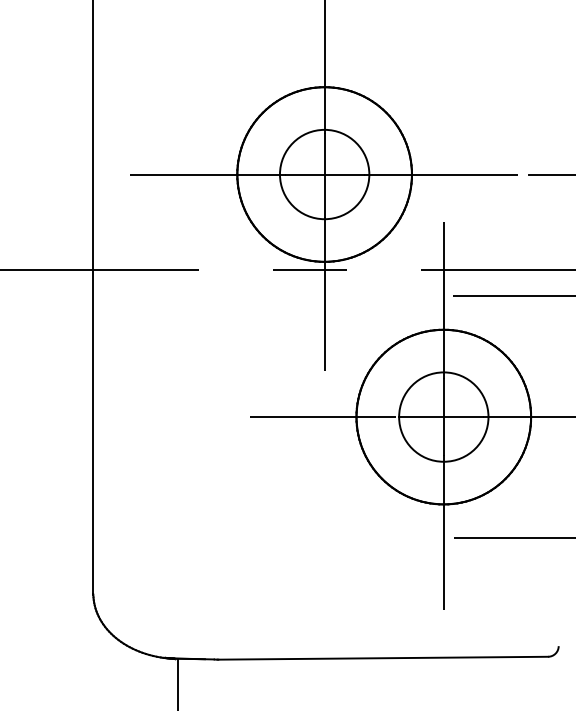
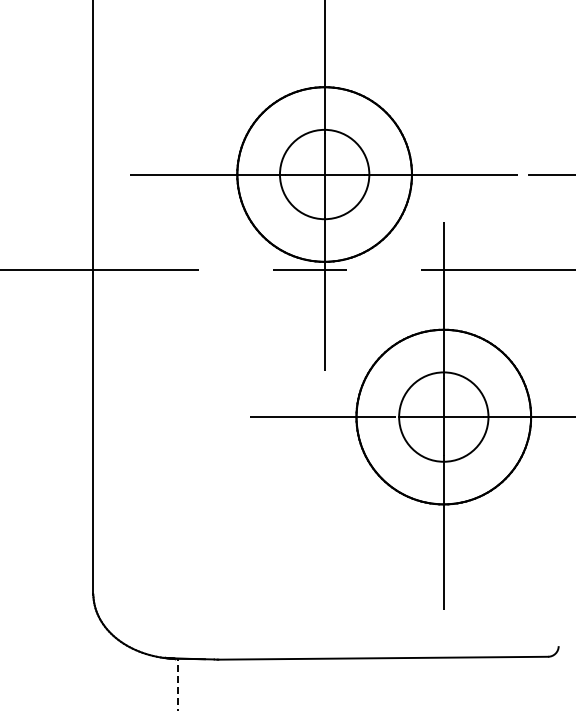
line at (512, 295): present -> none
line at (512, 538): present -> none
line at (178, 684): solid -> dashed
